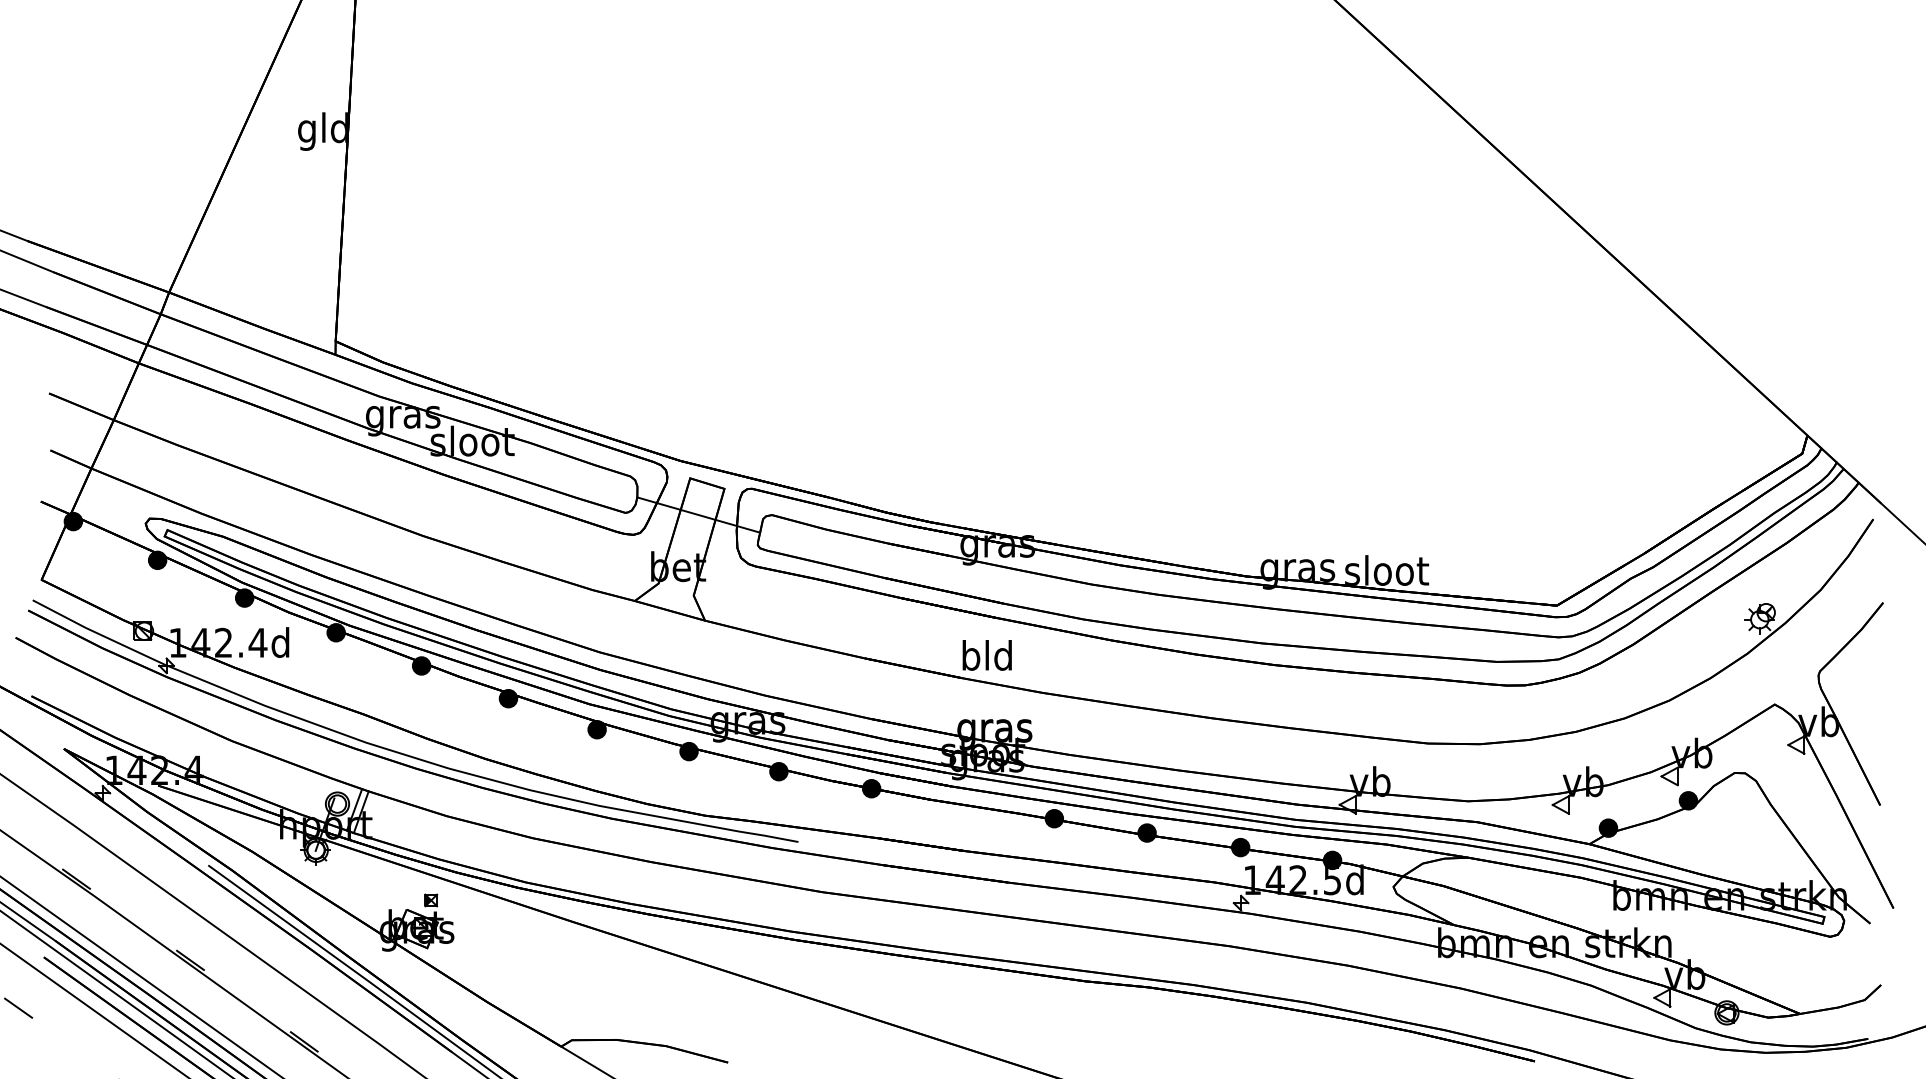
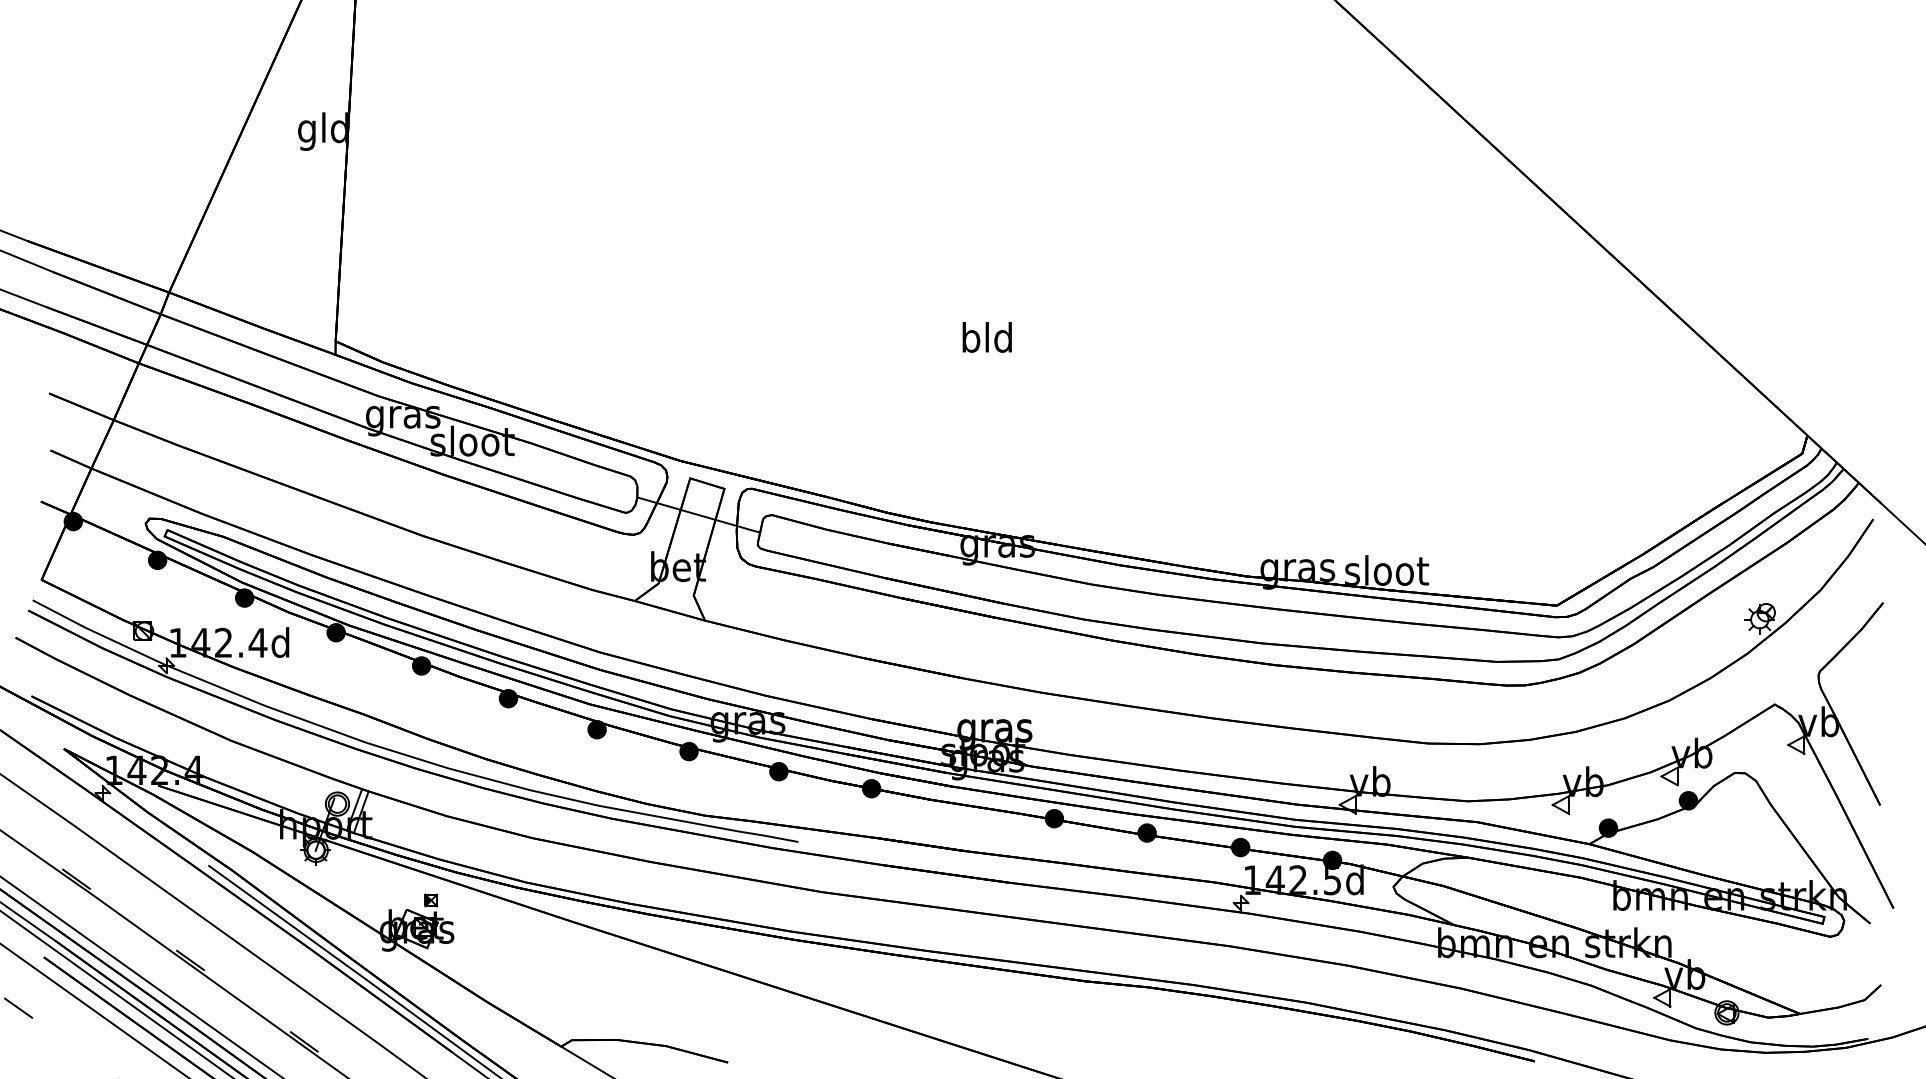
text at (986, 655) position: (986, 655) -> (986, 337)
